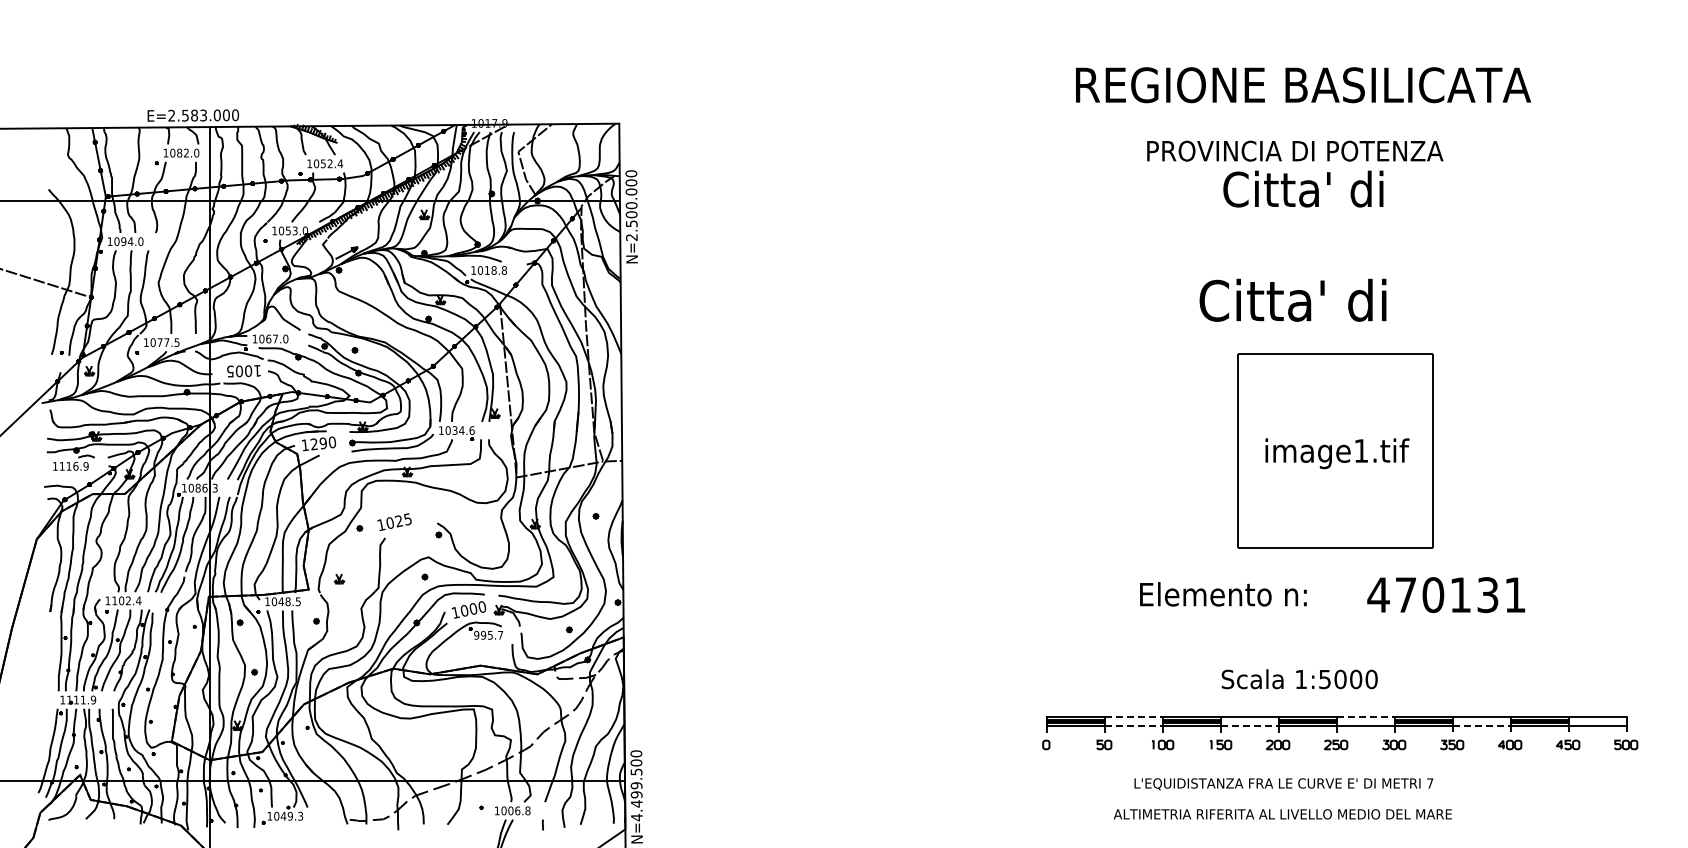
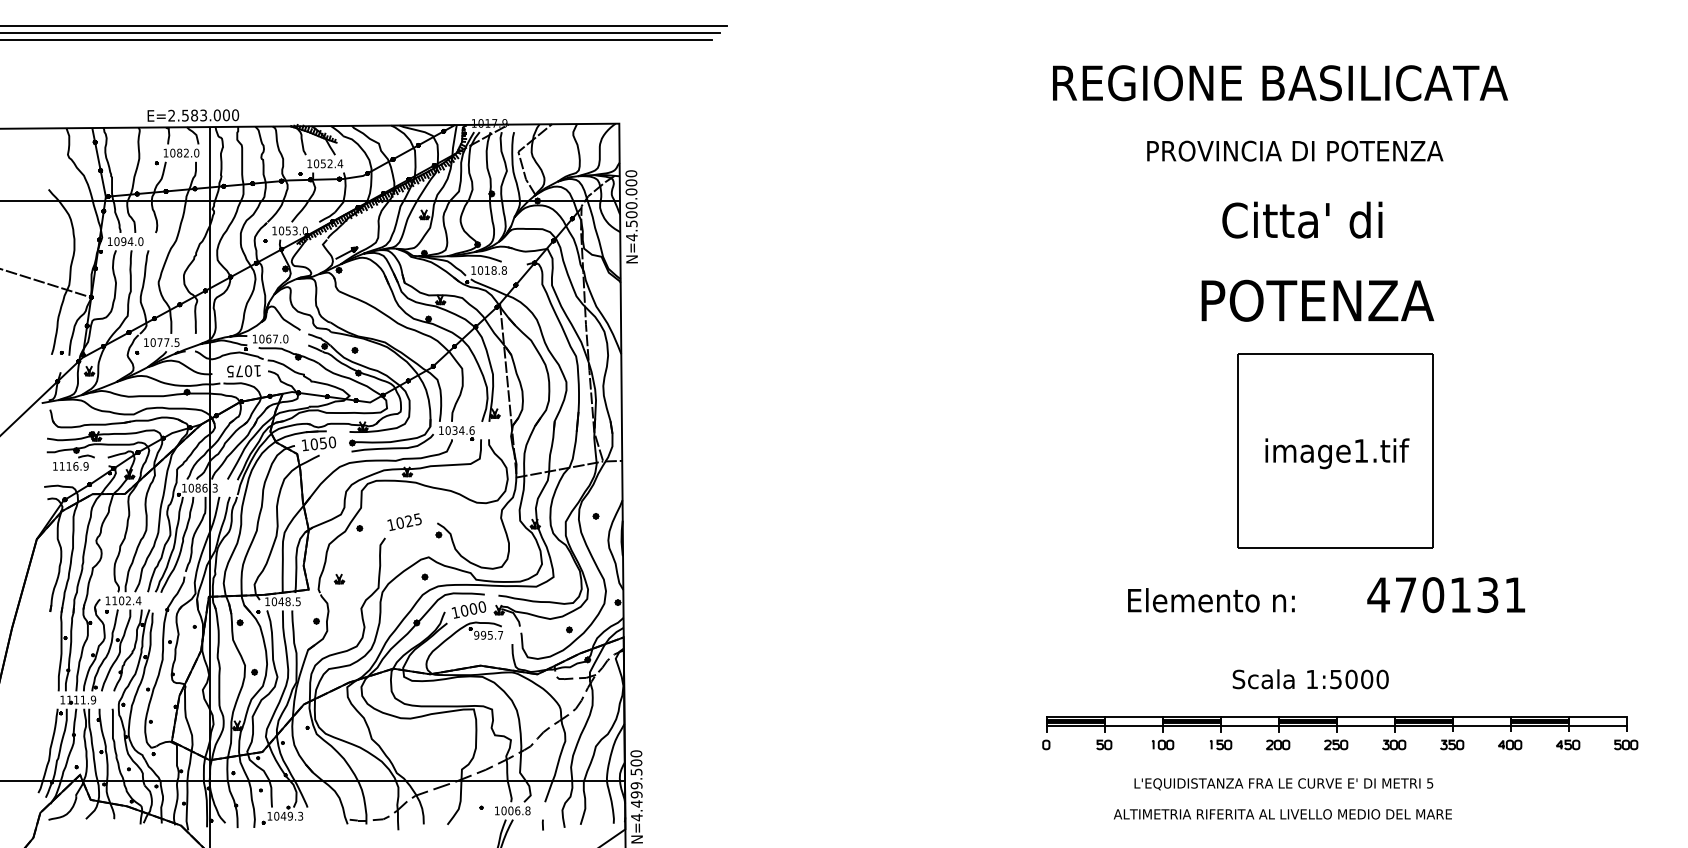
line at (364, 25): none -> present
line at (360, 32): none -> present
line at (357, 40): none -> present
text at (1303, 85) position: (1303, 85) -> (1280, 83)
text at (1303, 188) position: (1303, 188) -> (1302, 219)
text at (631, 237): N=2.500.000 -> N=4.500.000
text at (1316, 299): Citta' di -> POTENZA
text at (238, 371): 1005 -> 1075
text at (318, 443): 1290 -> 1050
text at (394, 521) position: (394, 521) -> (404, 521)
text at (1223, 594) position: (1223, 594) -> (1211, 600)
text at (1299, 679) position: (1299, 679) -> (1310, 679)
line at (1134, 717): dashed -> solid
line at (1366, 717): dashed -> solid
line at (1134, 726): dashed -> solid
line at (1250, 726): dashed -> solid
line at (1482, 726): dashed -> solid
text at (1430, 783): 7 -> 5
